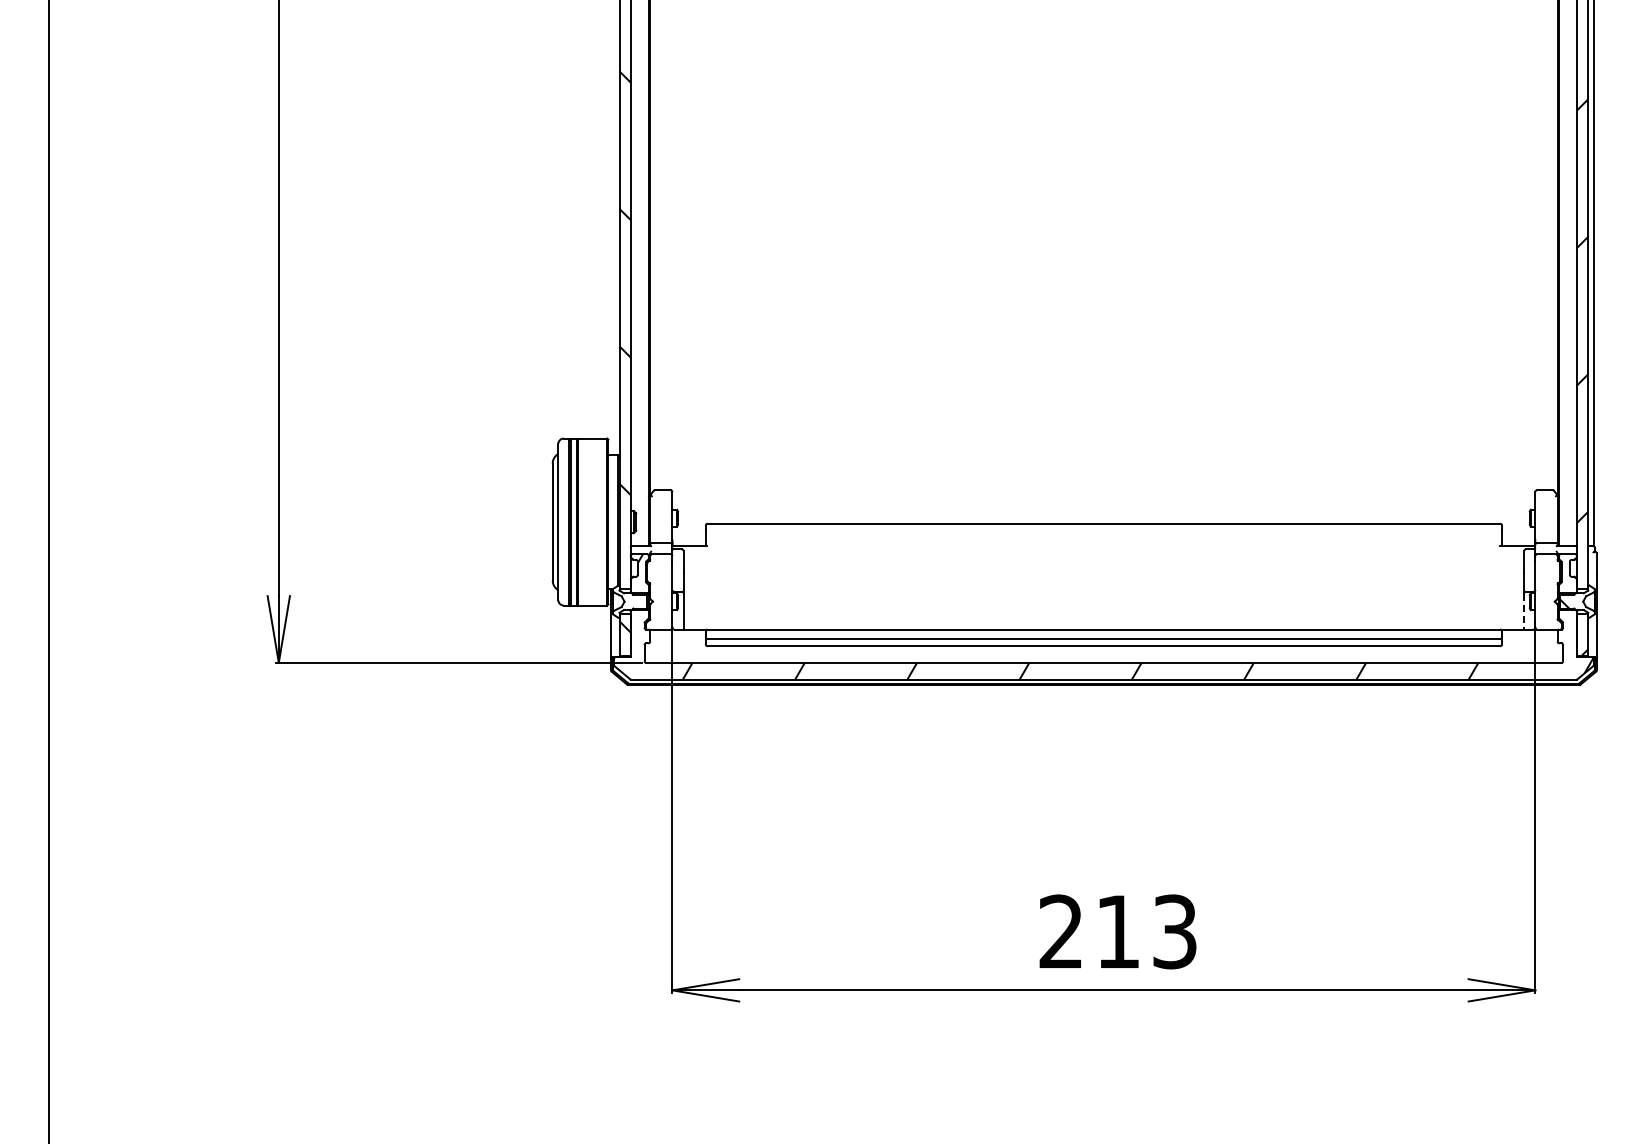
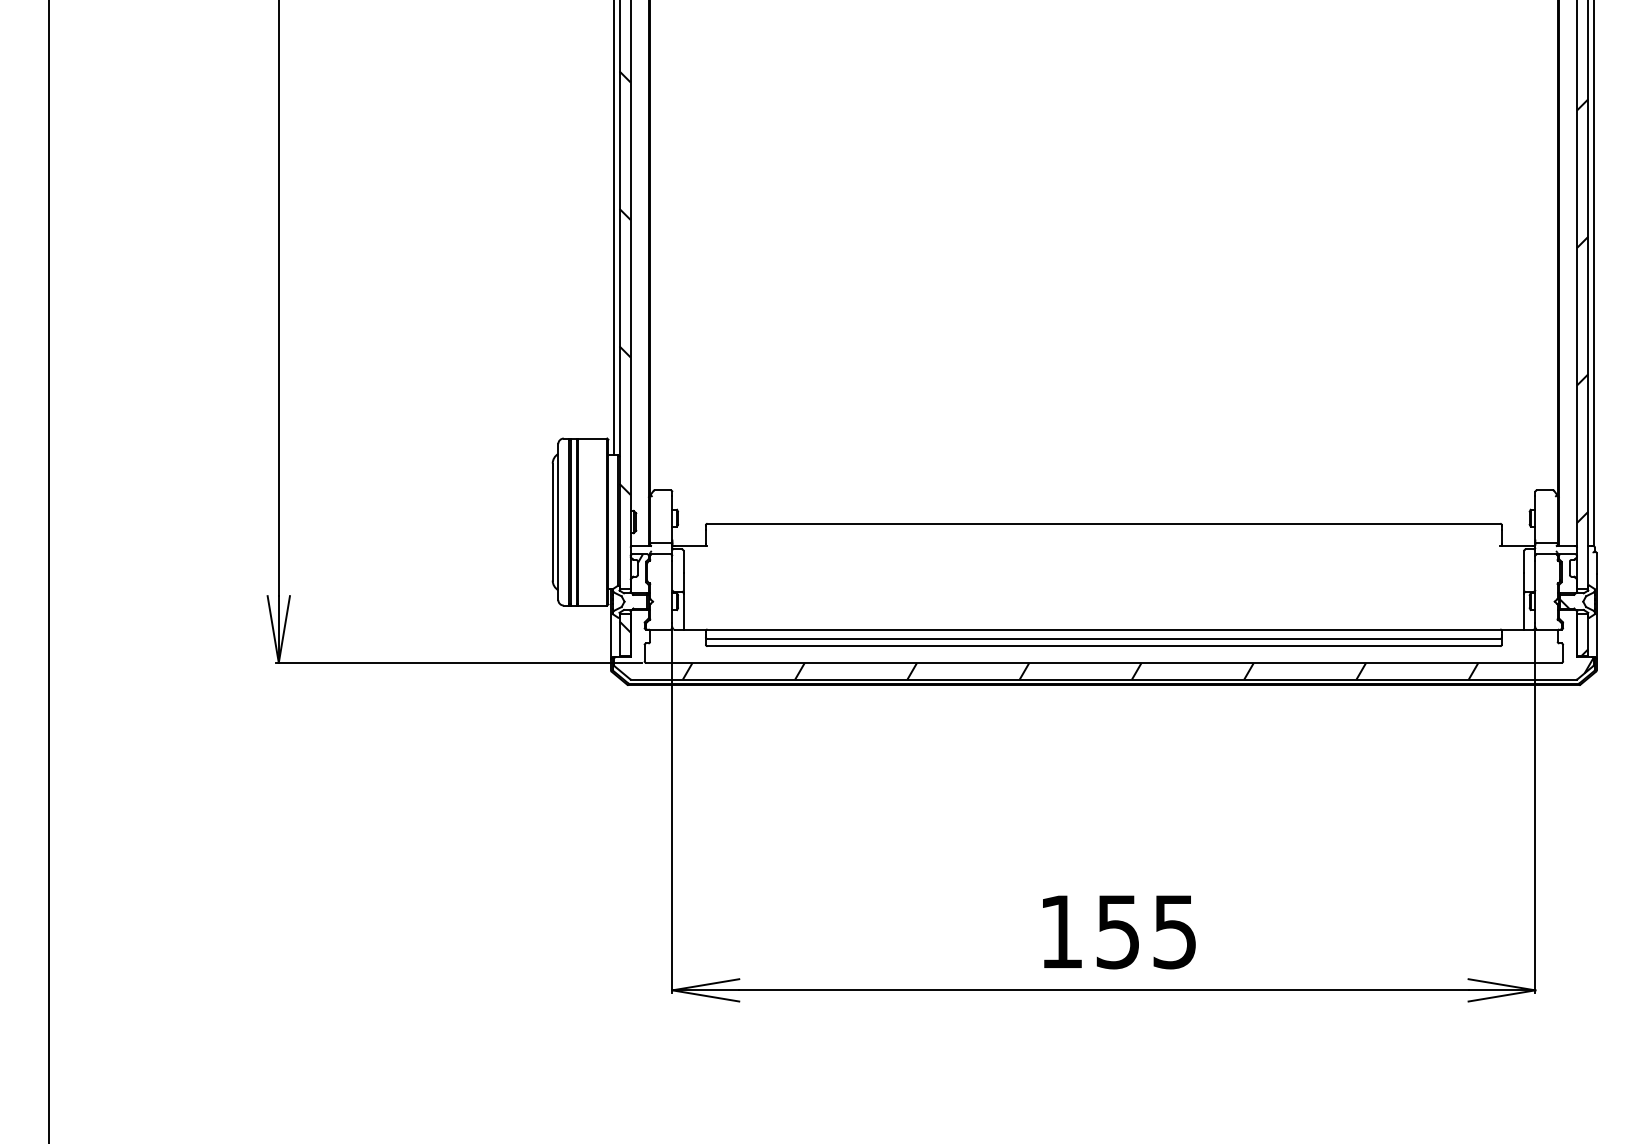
line at (613, 228): none -> present
line at (1524, 612): dashed -> solid
text at (1117, 931): 213 -> 155
